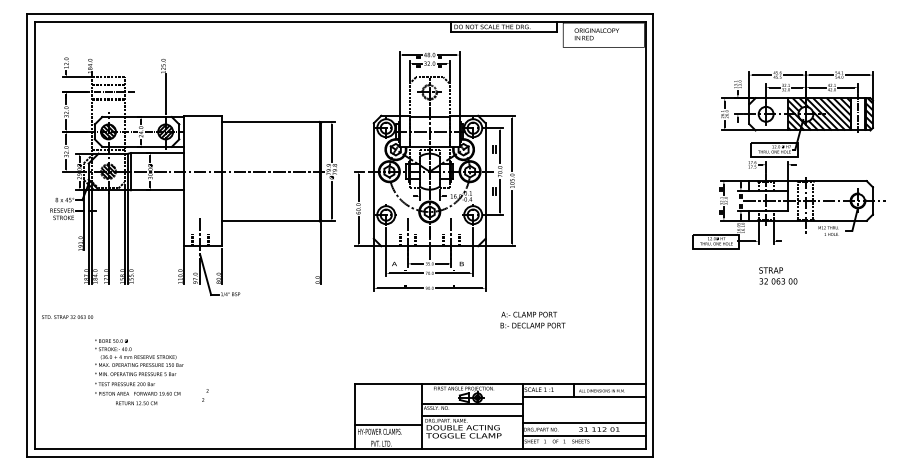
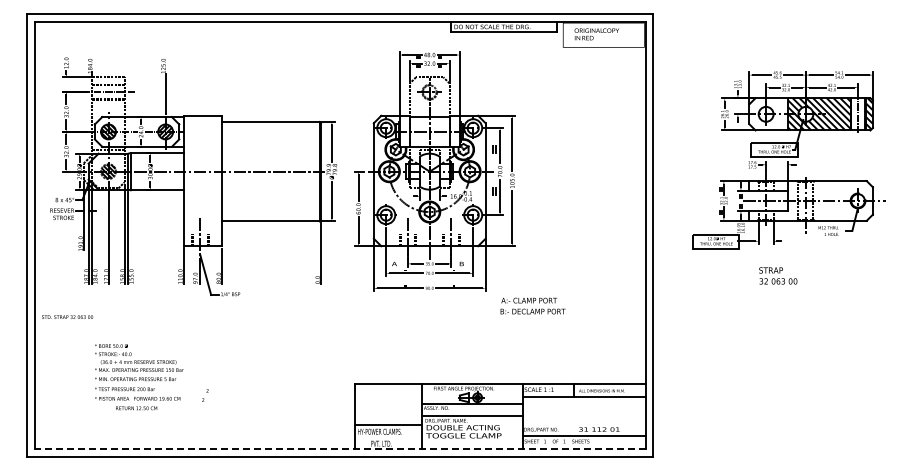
text at (532, 319) position: (532, 319) -> (532, 305)
text at (139, 372) position: (139, 372) -> (139, 377)
line at (584, 423): present -> none
line at (340, 449): solid -> dashed
